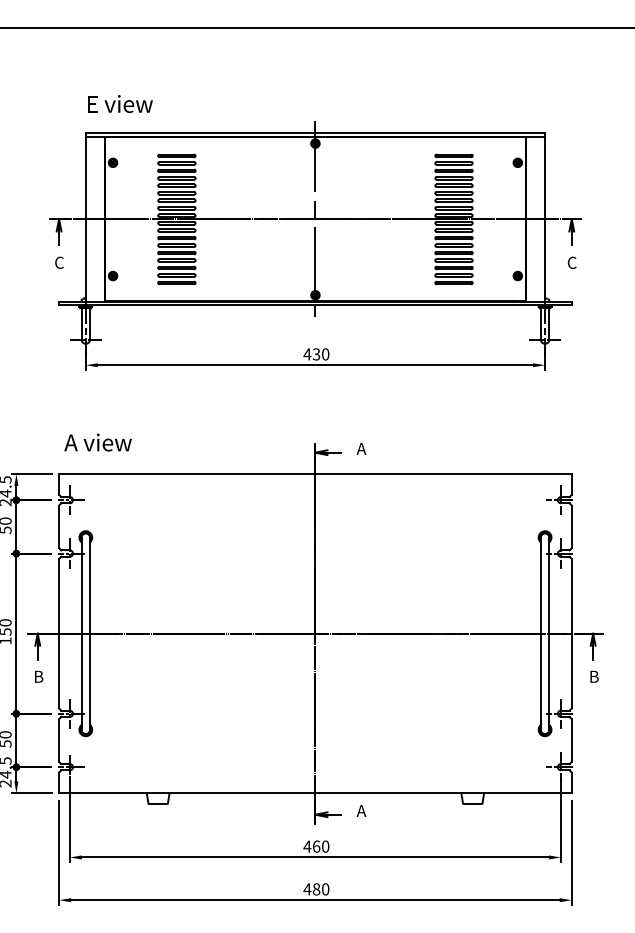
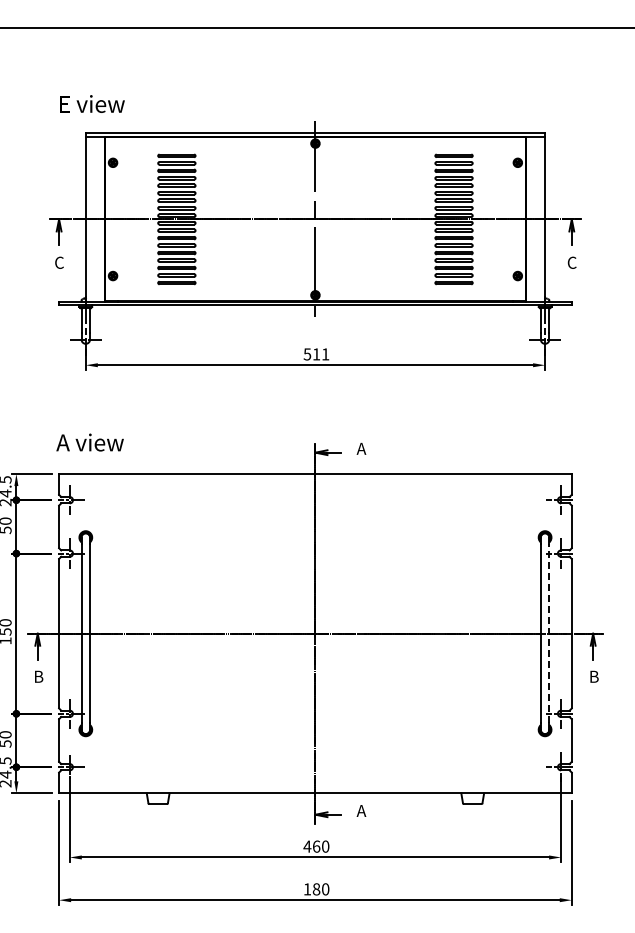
text at (120, 103) position: (120, 103) -> (92, 103)
text at (316, 354): 430 -> 511
text at (97, 442) position: (97, 442) -> (89, 442)
line at (549, 633): solid -> dashed
text at (307, 889): 480 -> 180
